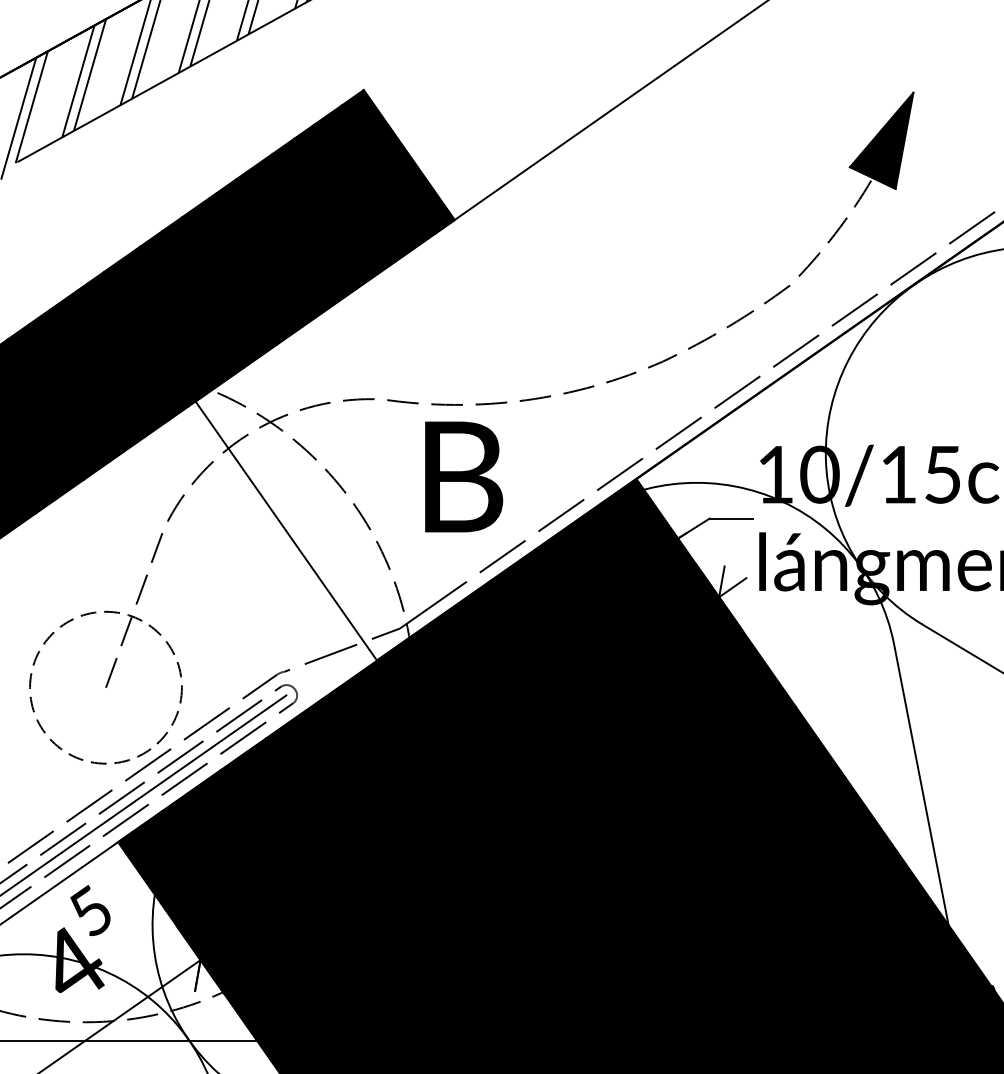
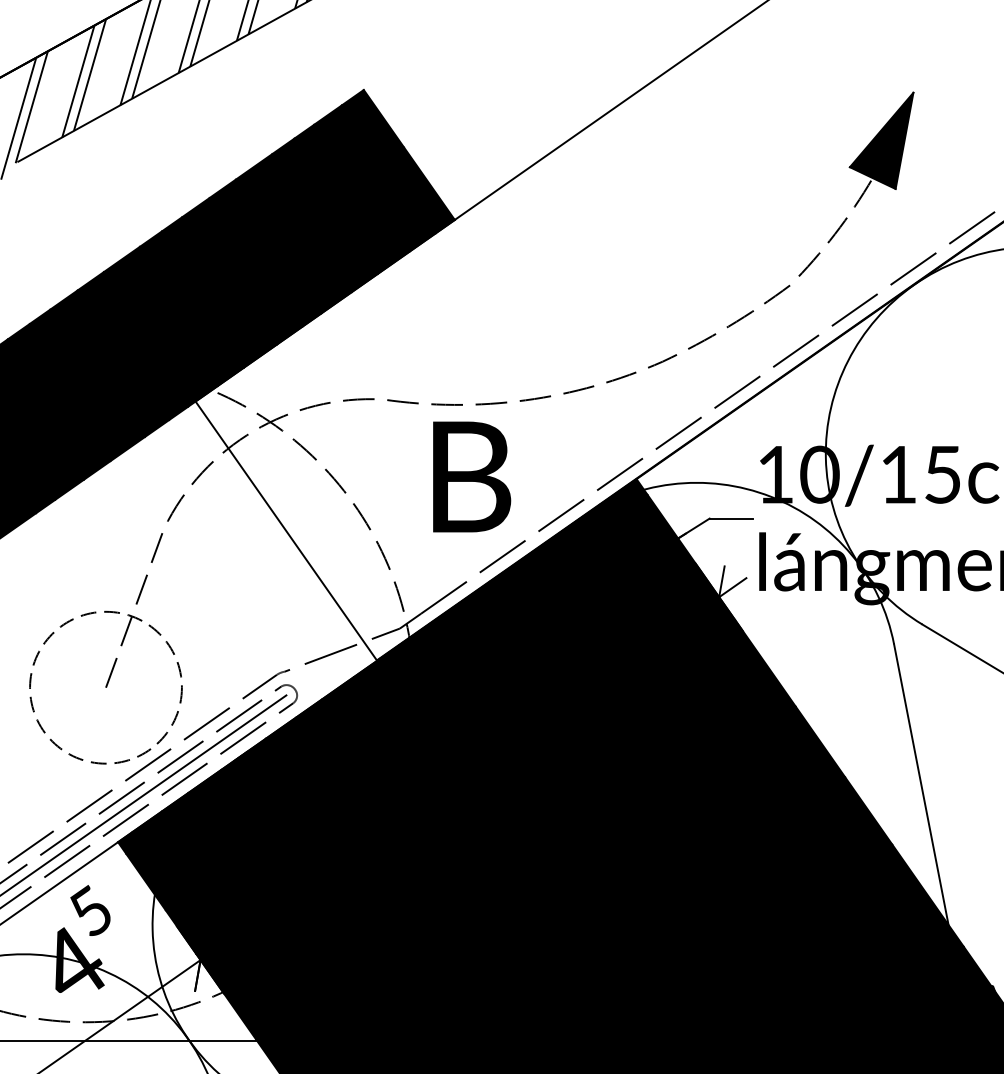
text at (464, 476) position: (464, 476) -> (472, 476)
